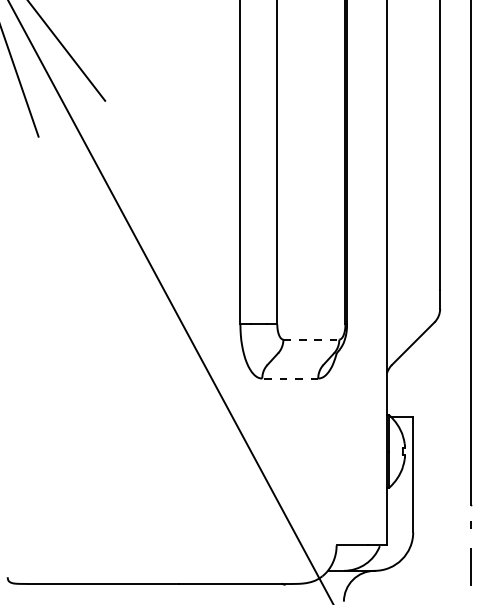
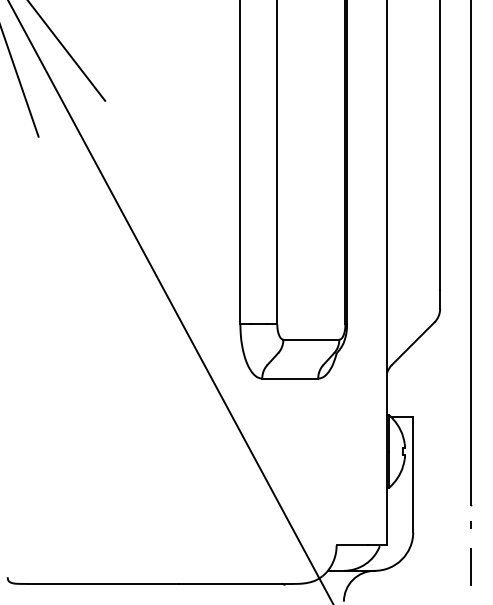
line at (311, 339): dashed -> solid
line at (290, 378): dashed -> solid
